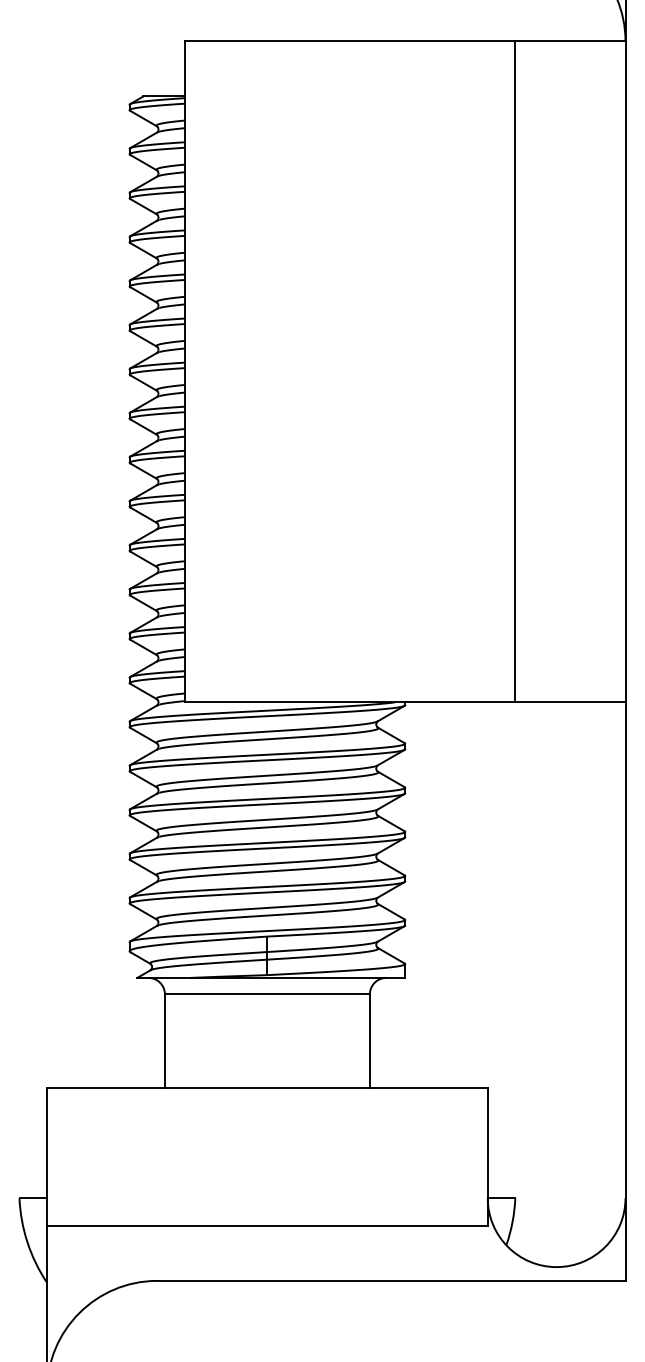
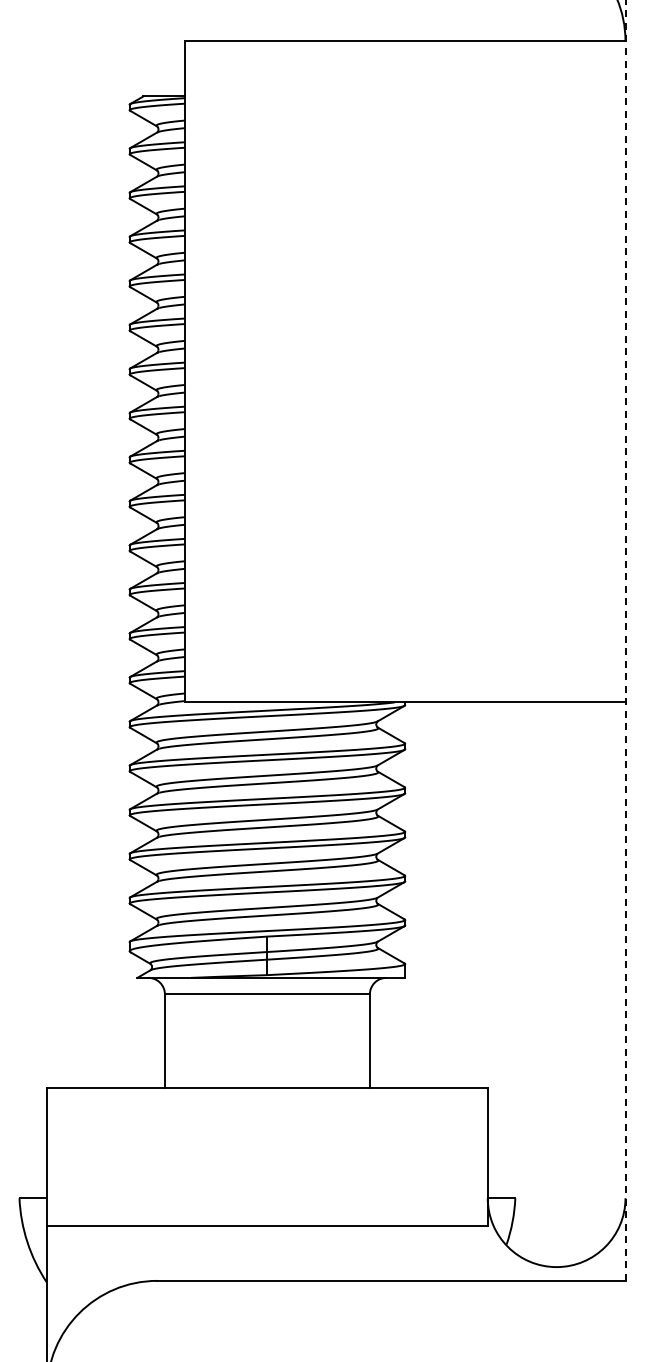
line at (515, 371): present -> none
line at (625, 640): solid -> dashed
